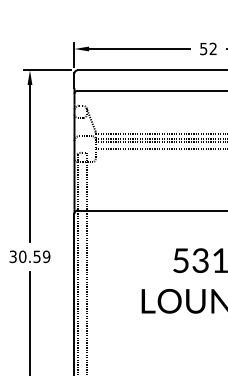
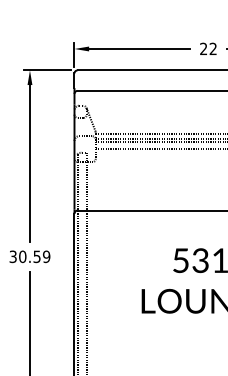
text at (203, 48): 52 -> 22
